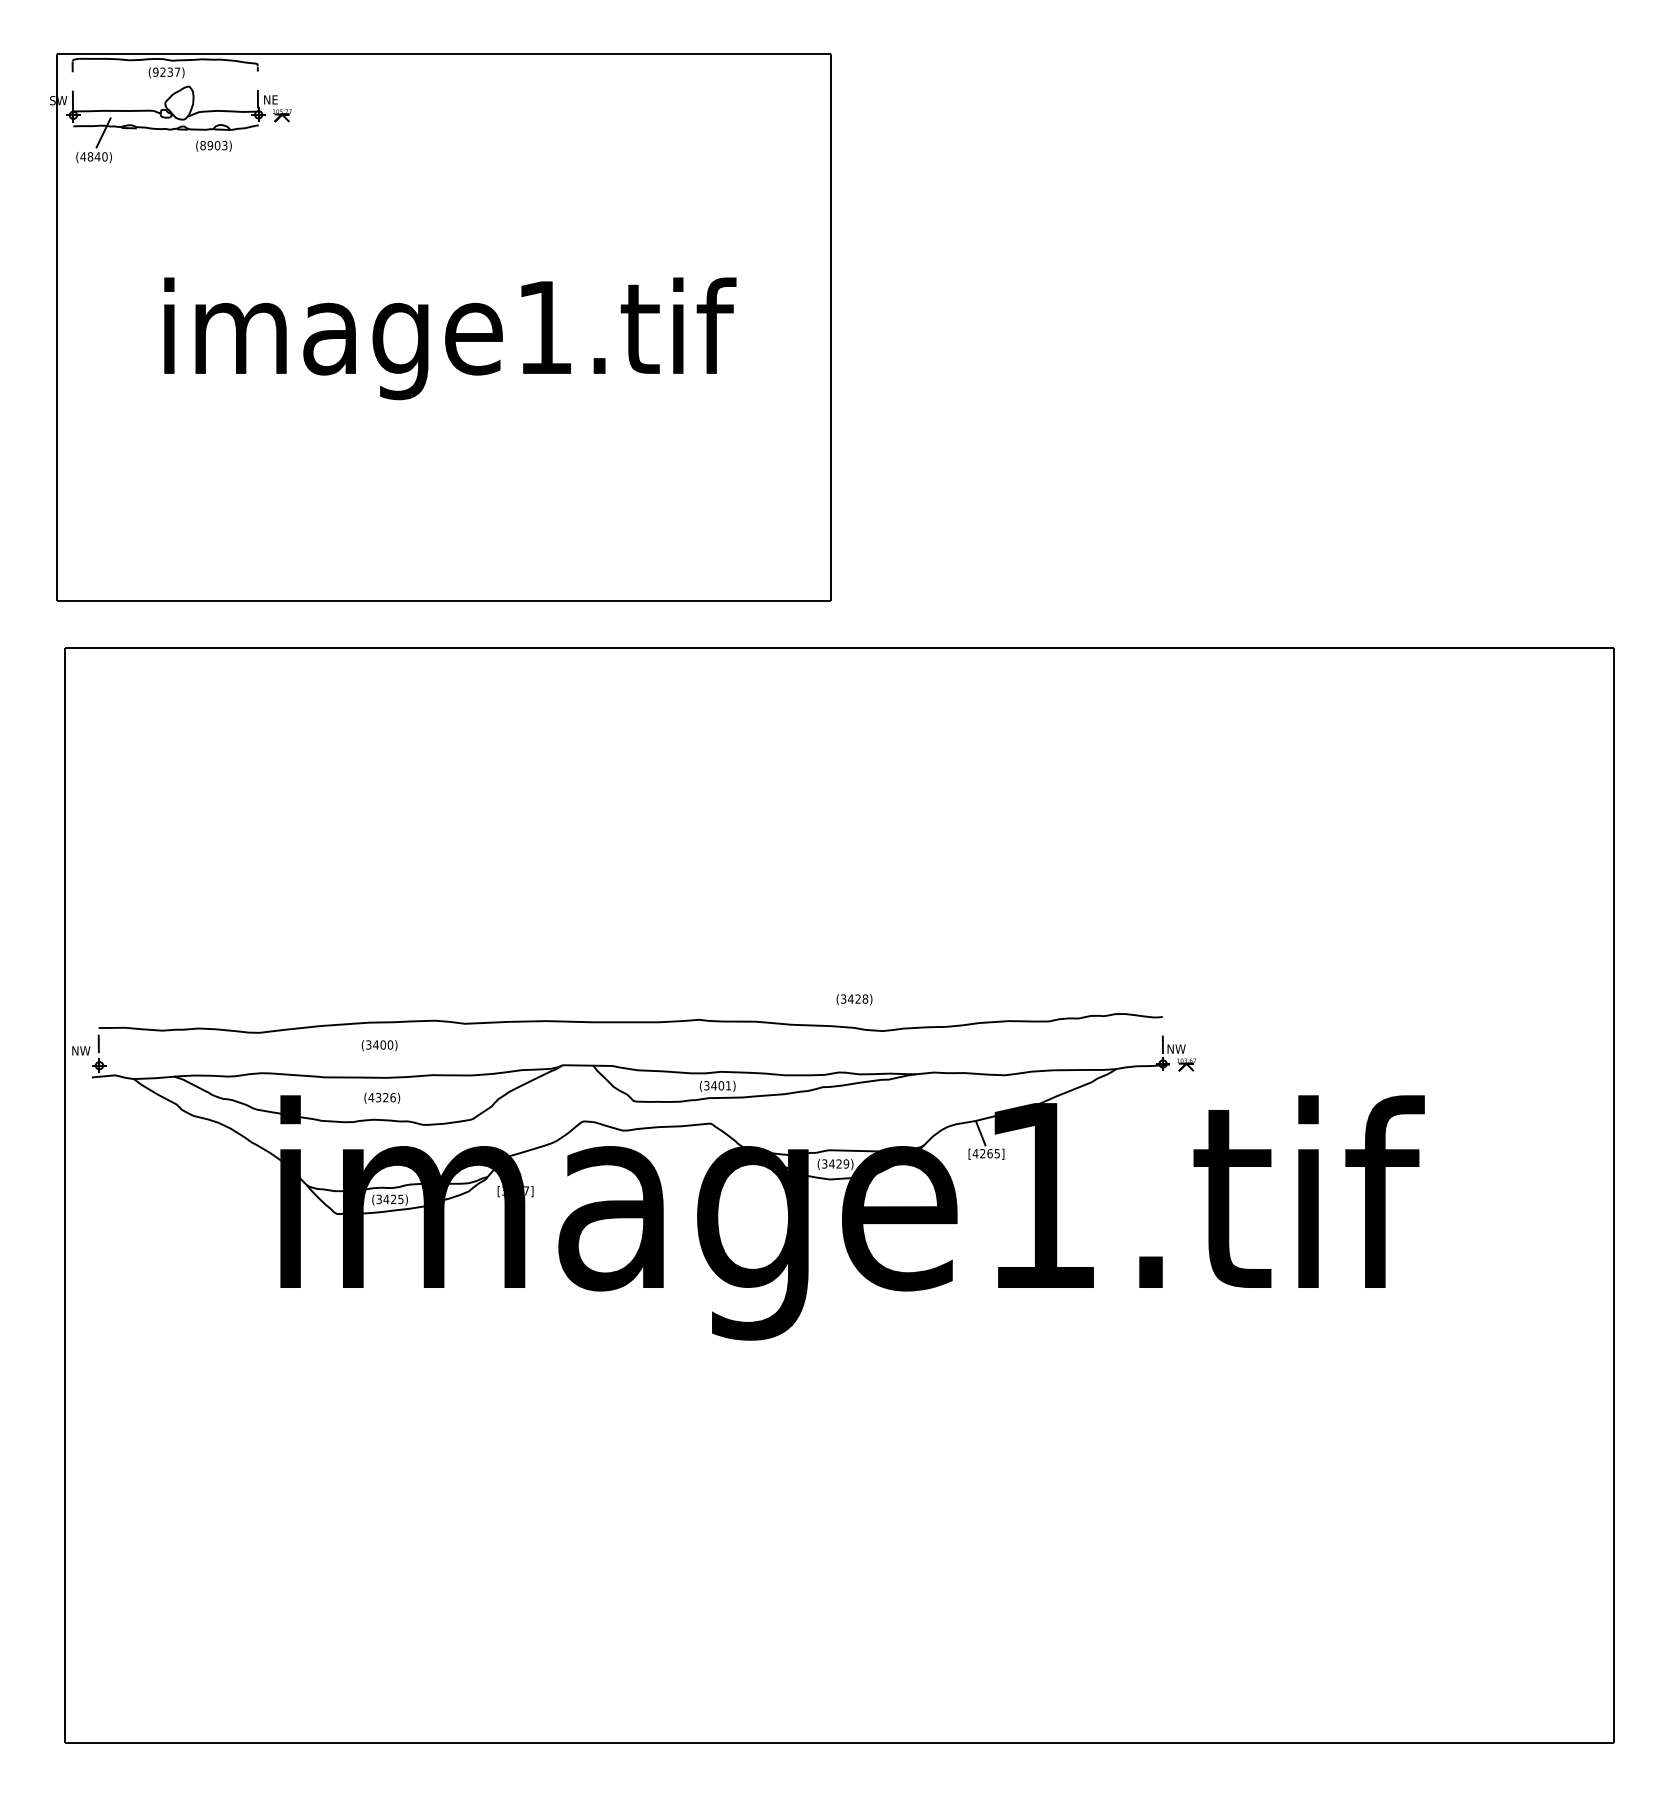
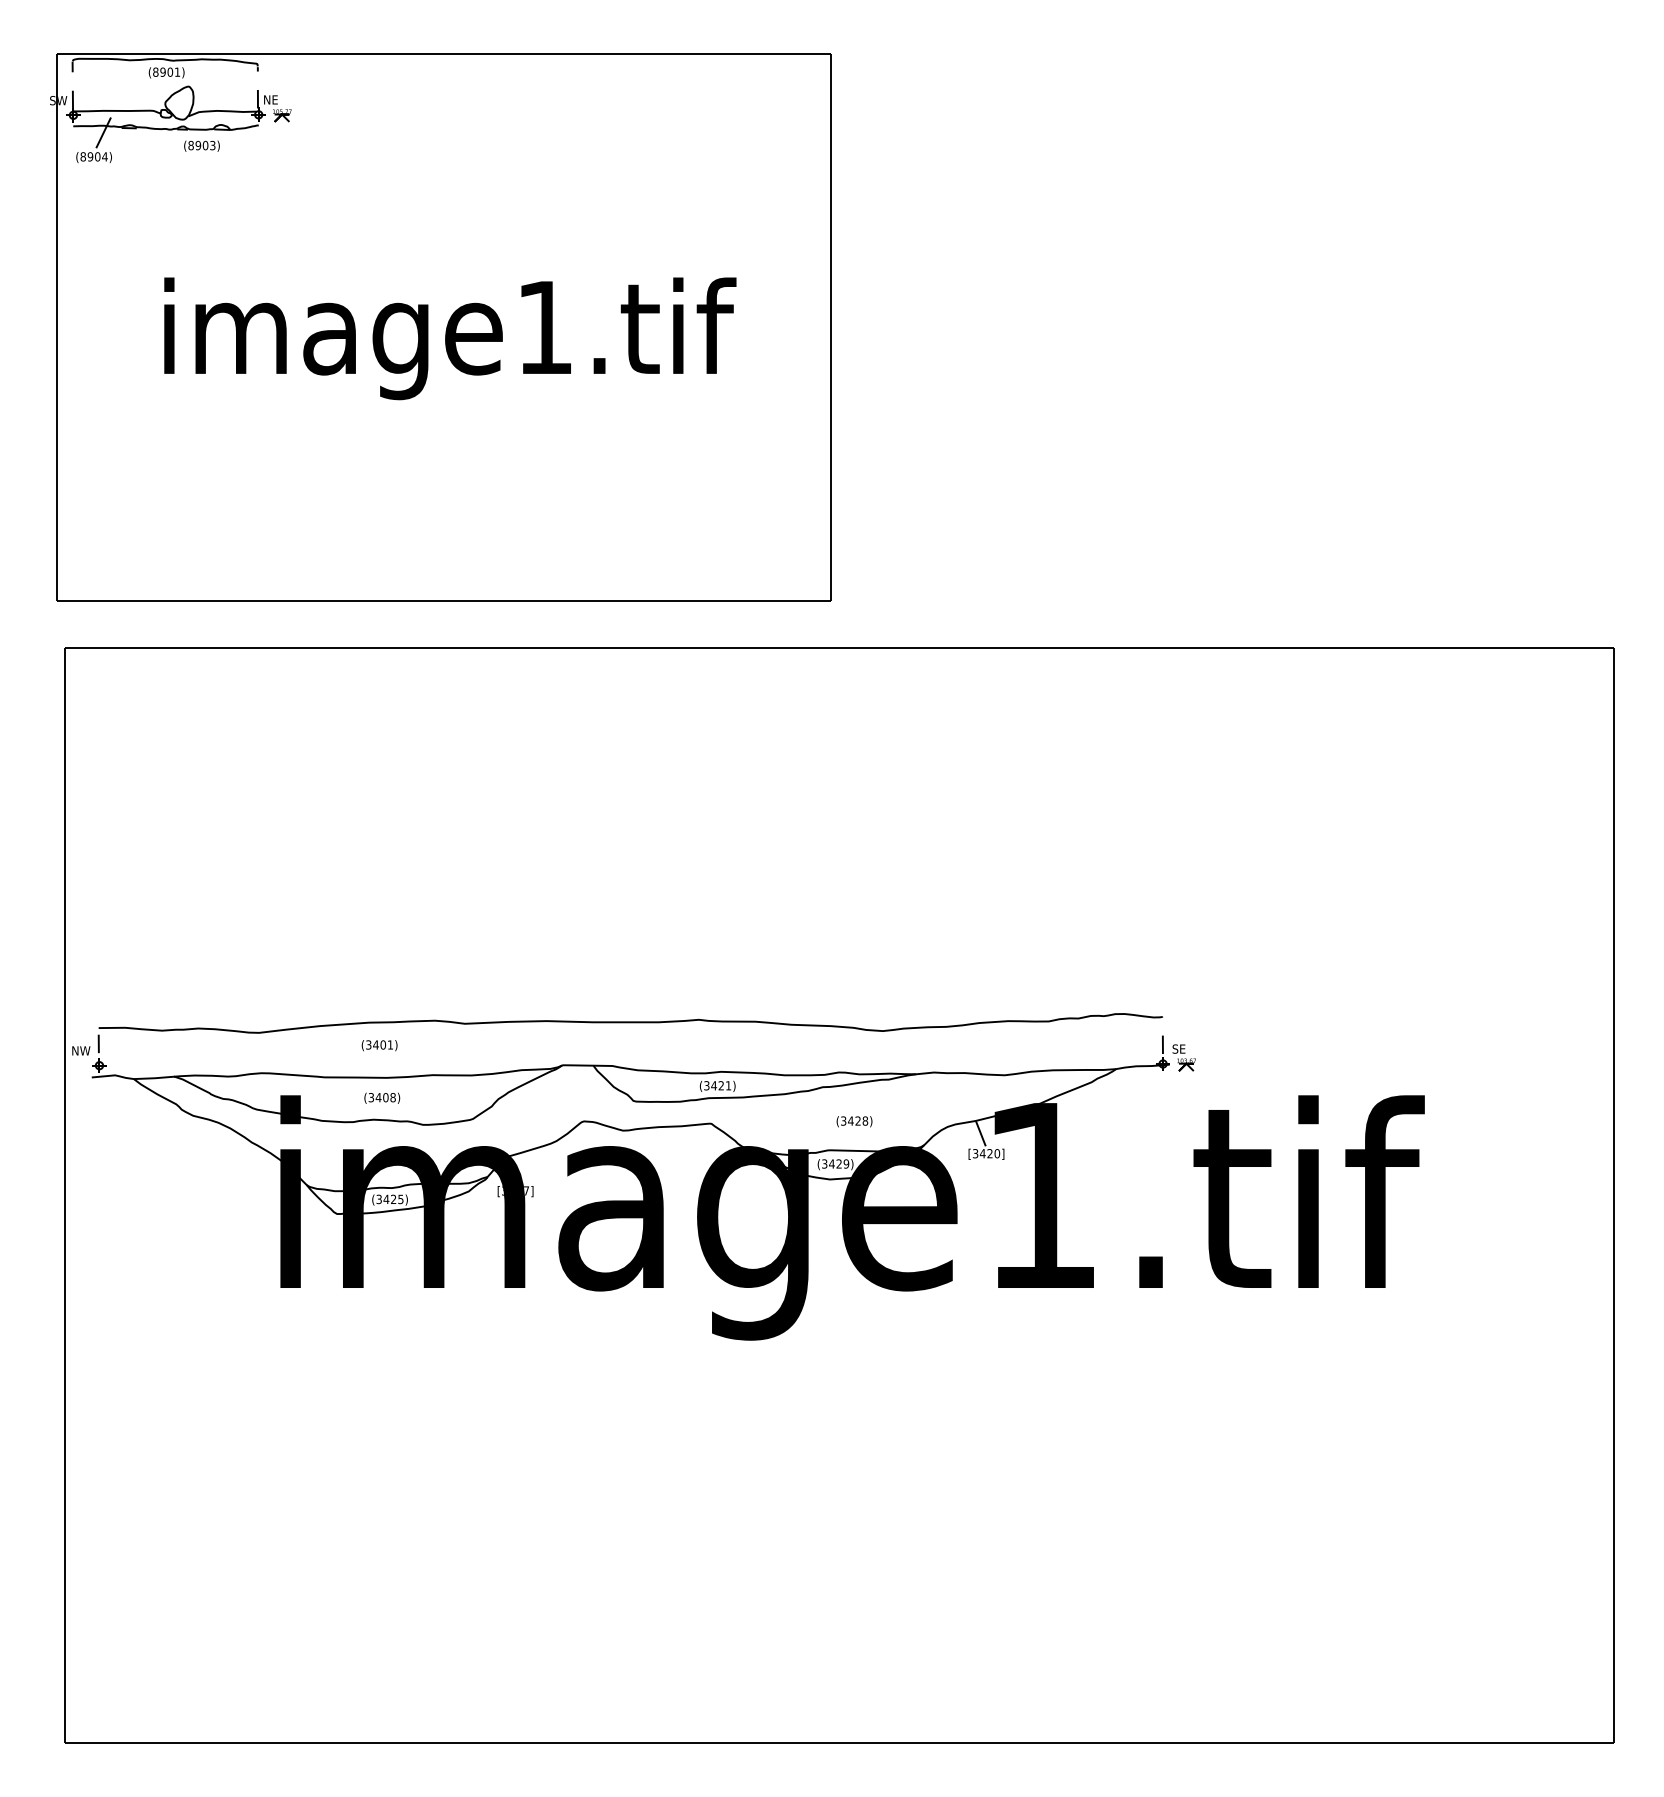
text at (166, 71): (9237) -> (8901)
text at (213, 145) position: (213, 145) -> (201, 145)
text at (93, 156): (4840) -> (8904)
text at (854, 999) position: (854, 999) -> (854, 1121)
text at (390, 1044): (3400) -> (3401)
text at (1176, 1048): NW -> SE
text at (721, 1085): (3401) -> (3421)
text at (381, 1097): (4326) -> (3408)
text at (986, 1153): [4265] -> [3420]
